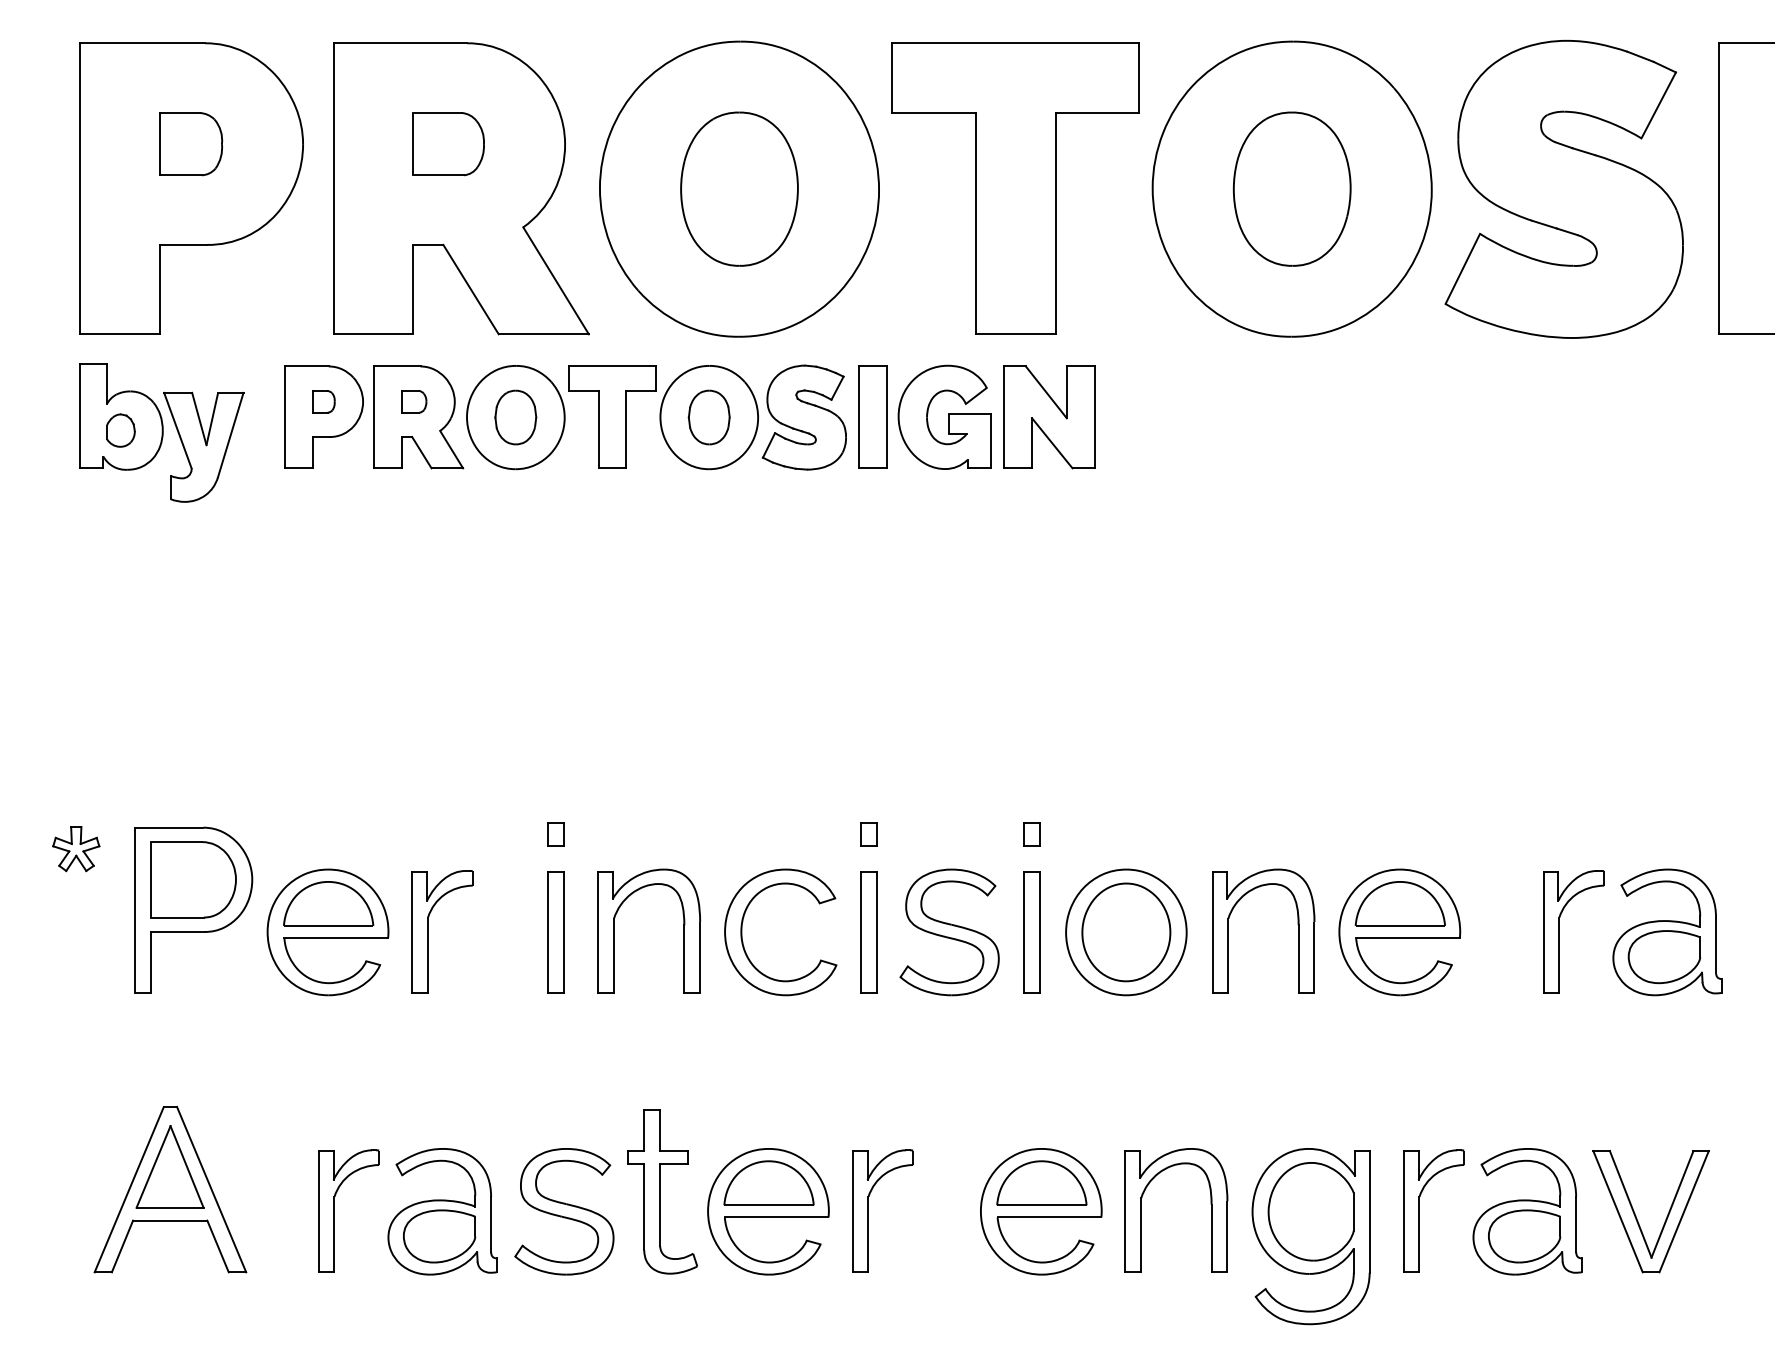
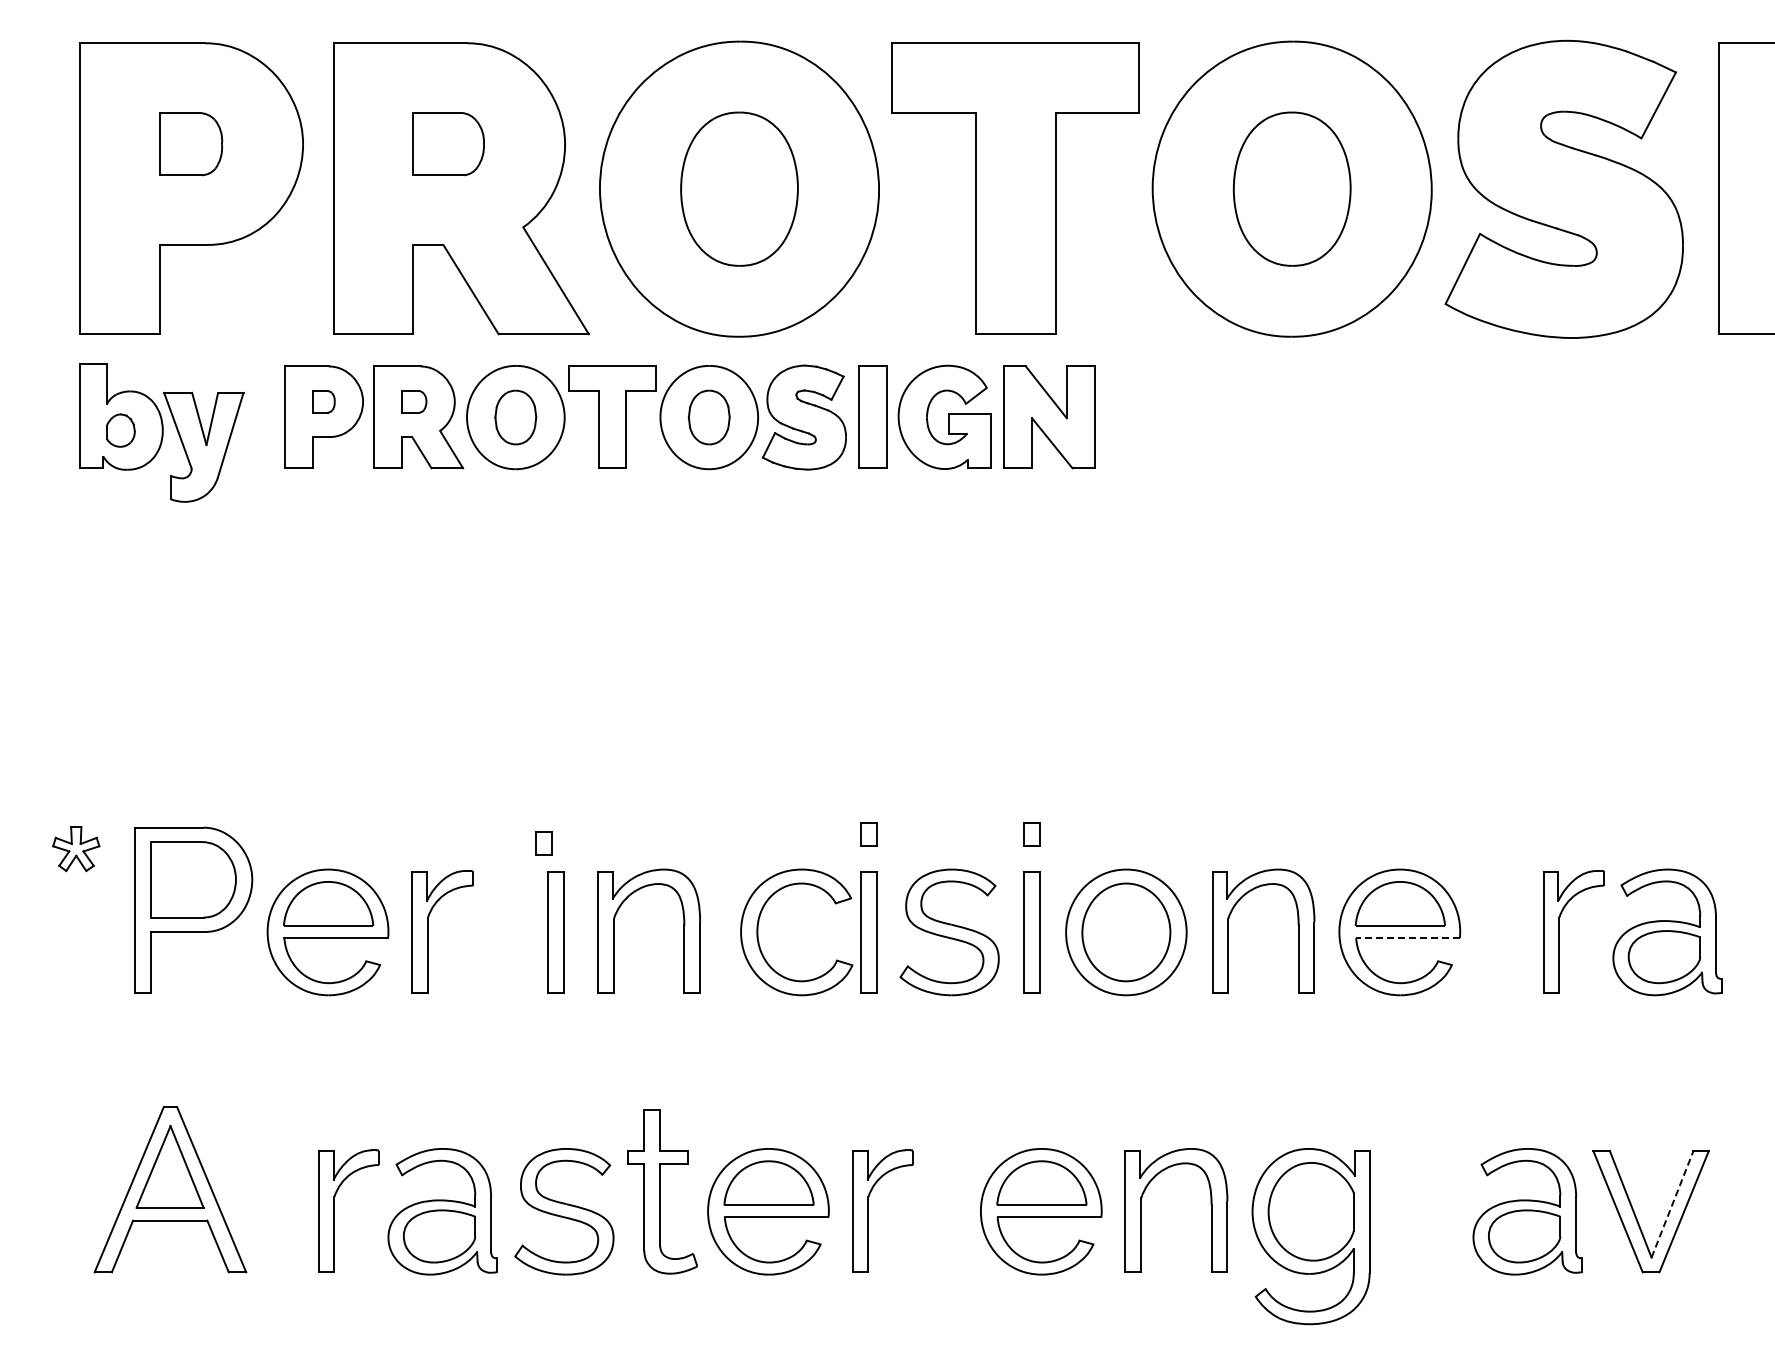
part at (555, 834) position: (555, 834) -> (543, 843)
part at (742, 932) position: (742, 932) -> (758, 932)
line at (1407, 938): solid -> dashed
line at (1672, 1203): solid -> dashed
part at (1419, 1210): present -> none
